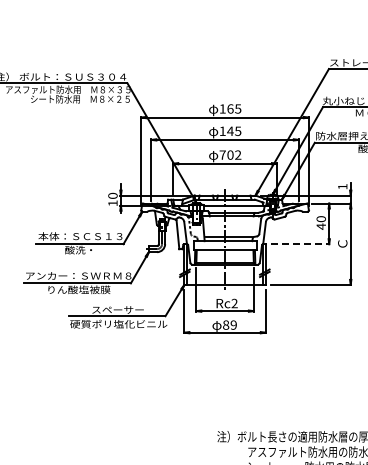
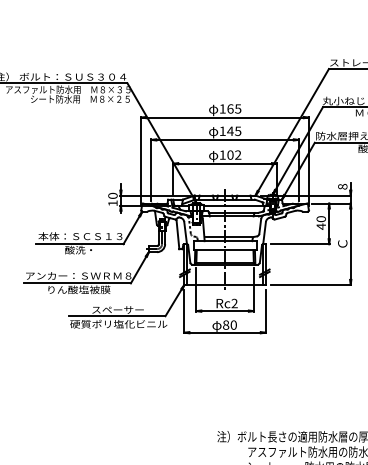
text at (222, 154): 702 -> 102
text at (342, 186): 1 -> 8
line at (300, 244): dashed -> solid
text at (233, 324): 89 -> 80
